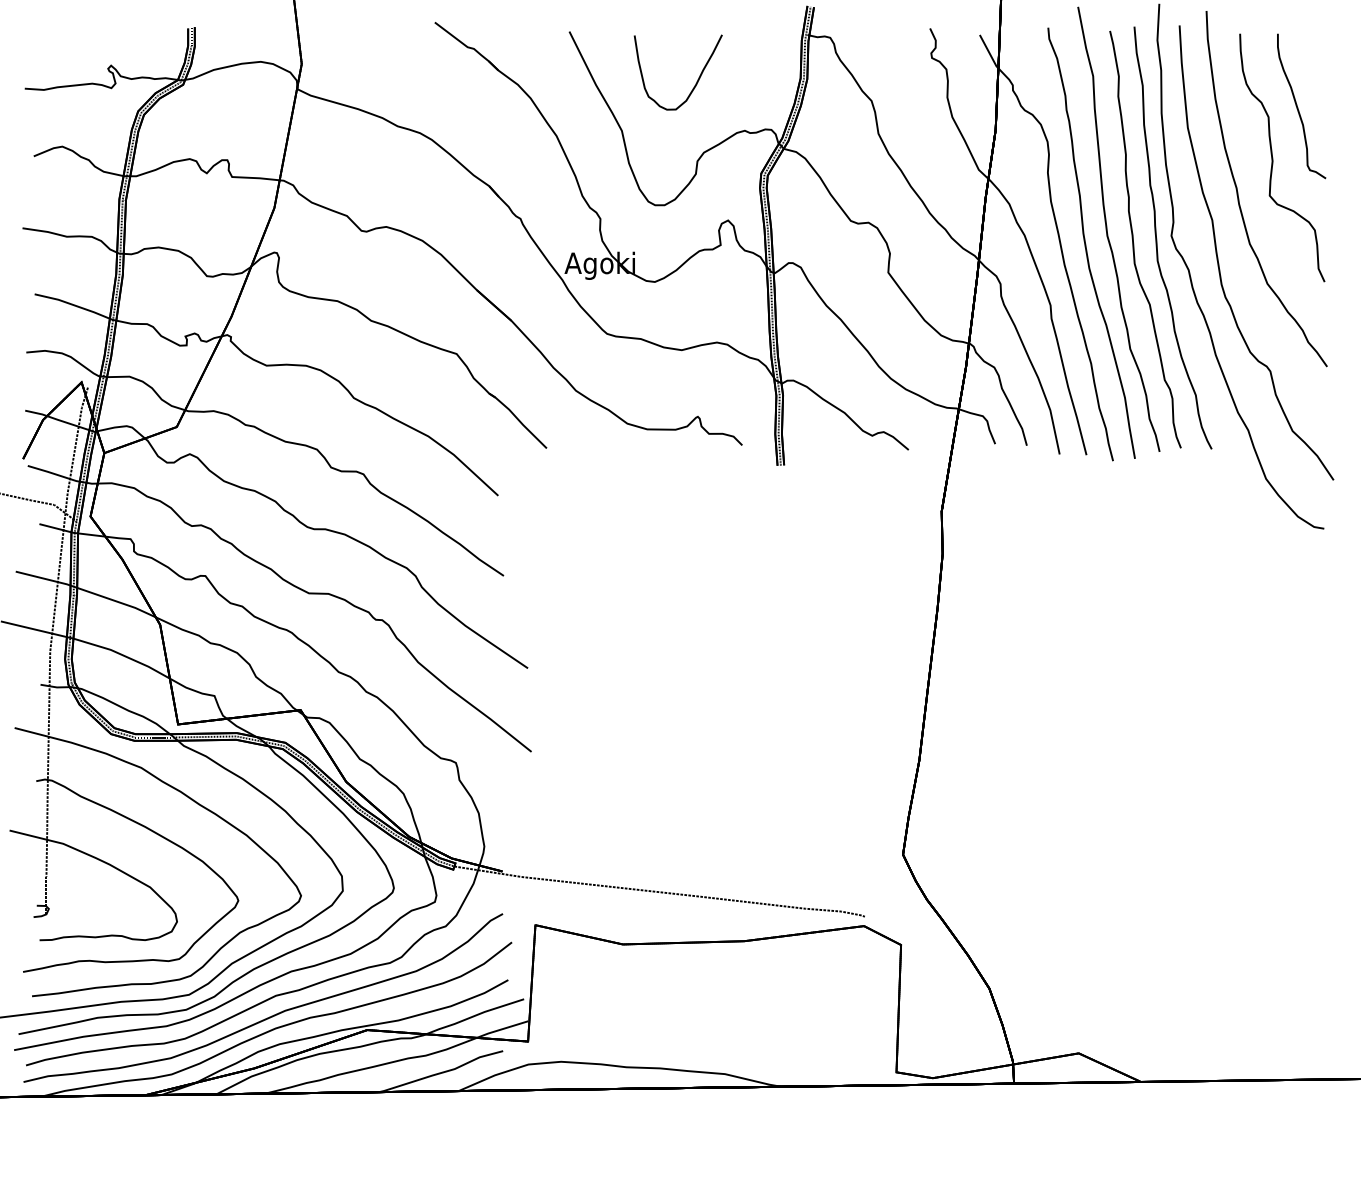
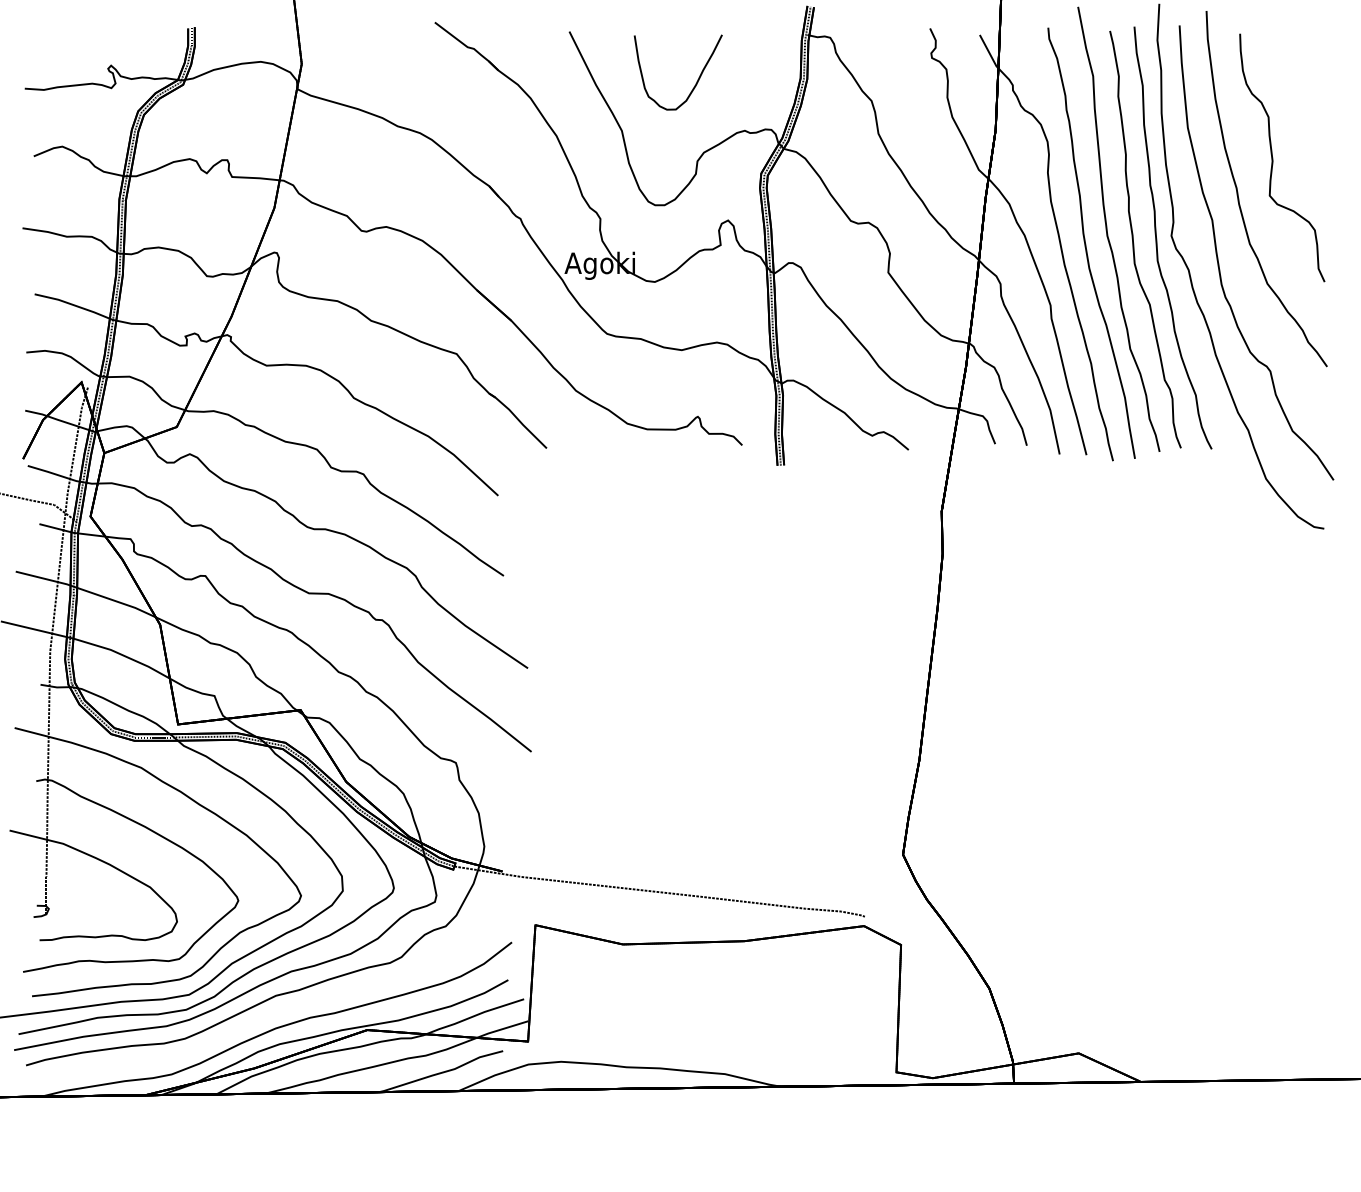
part at (1301, 106): present -> none
curve at (271, 1015): present -> none
